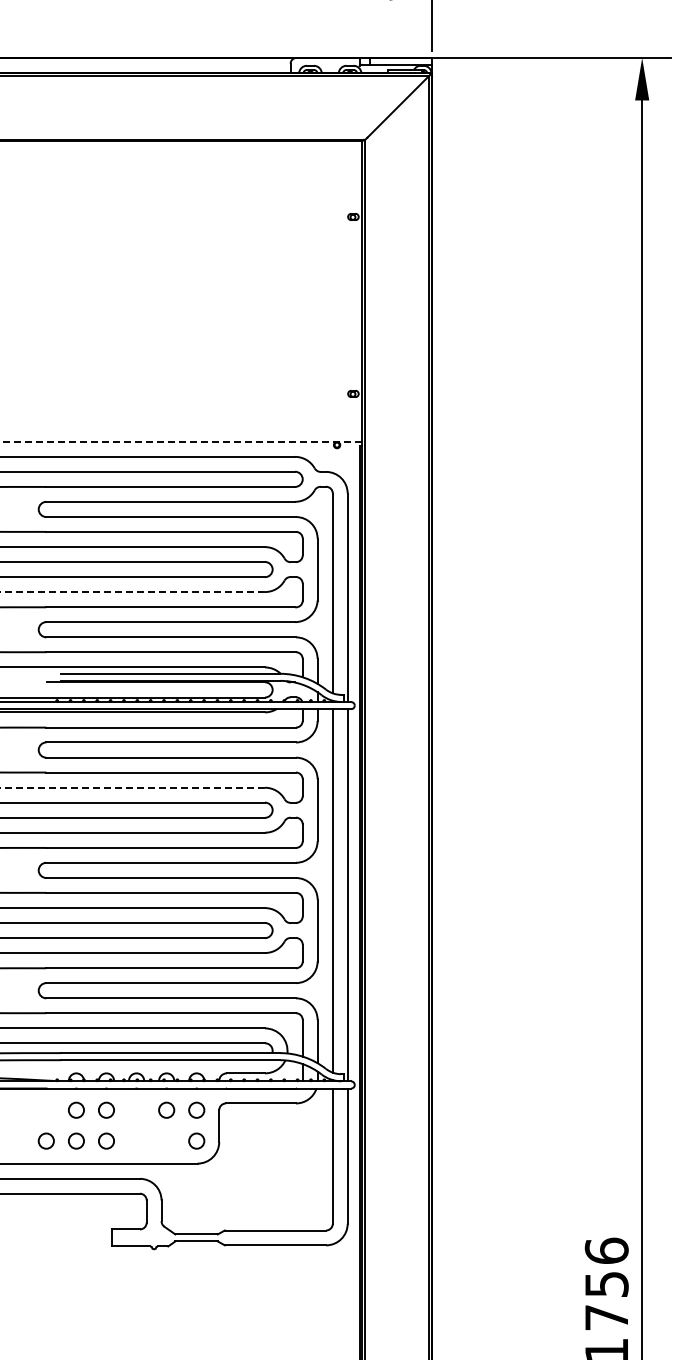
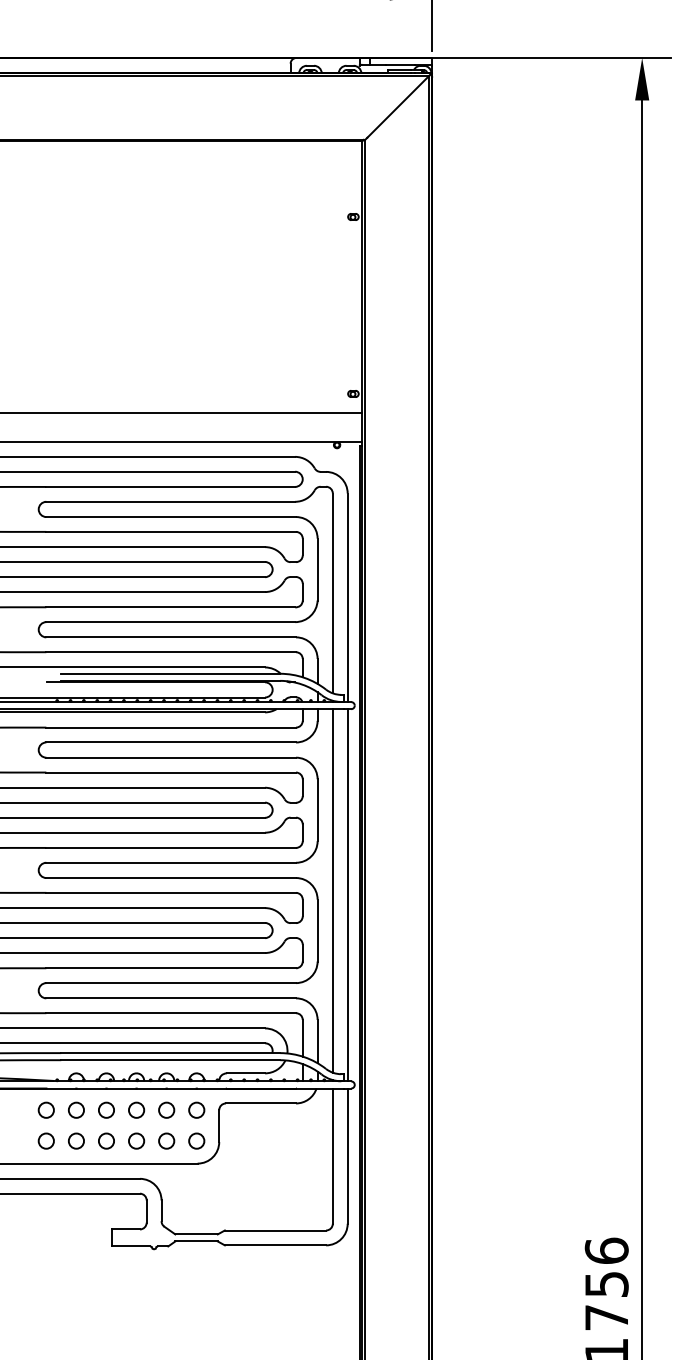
line at (182, 412): none -> present
line at (181, 442): dashed -> solid
line at (132, 592): dashed -> solid
line at (133, 787): dashed -> solid
circle at (45, 1109): none -> present
circle at (136, 1109): none -> present
circle at (136, 1140): none -> present
circle at (166, 1140): none -> present
